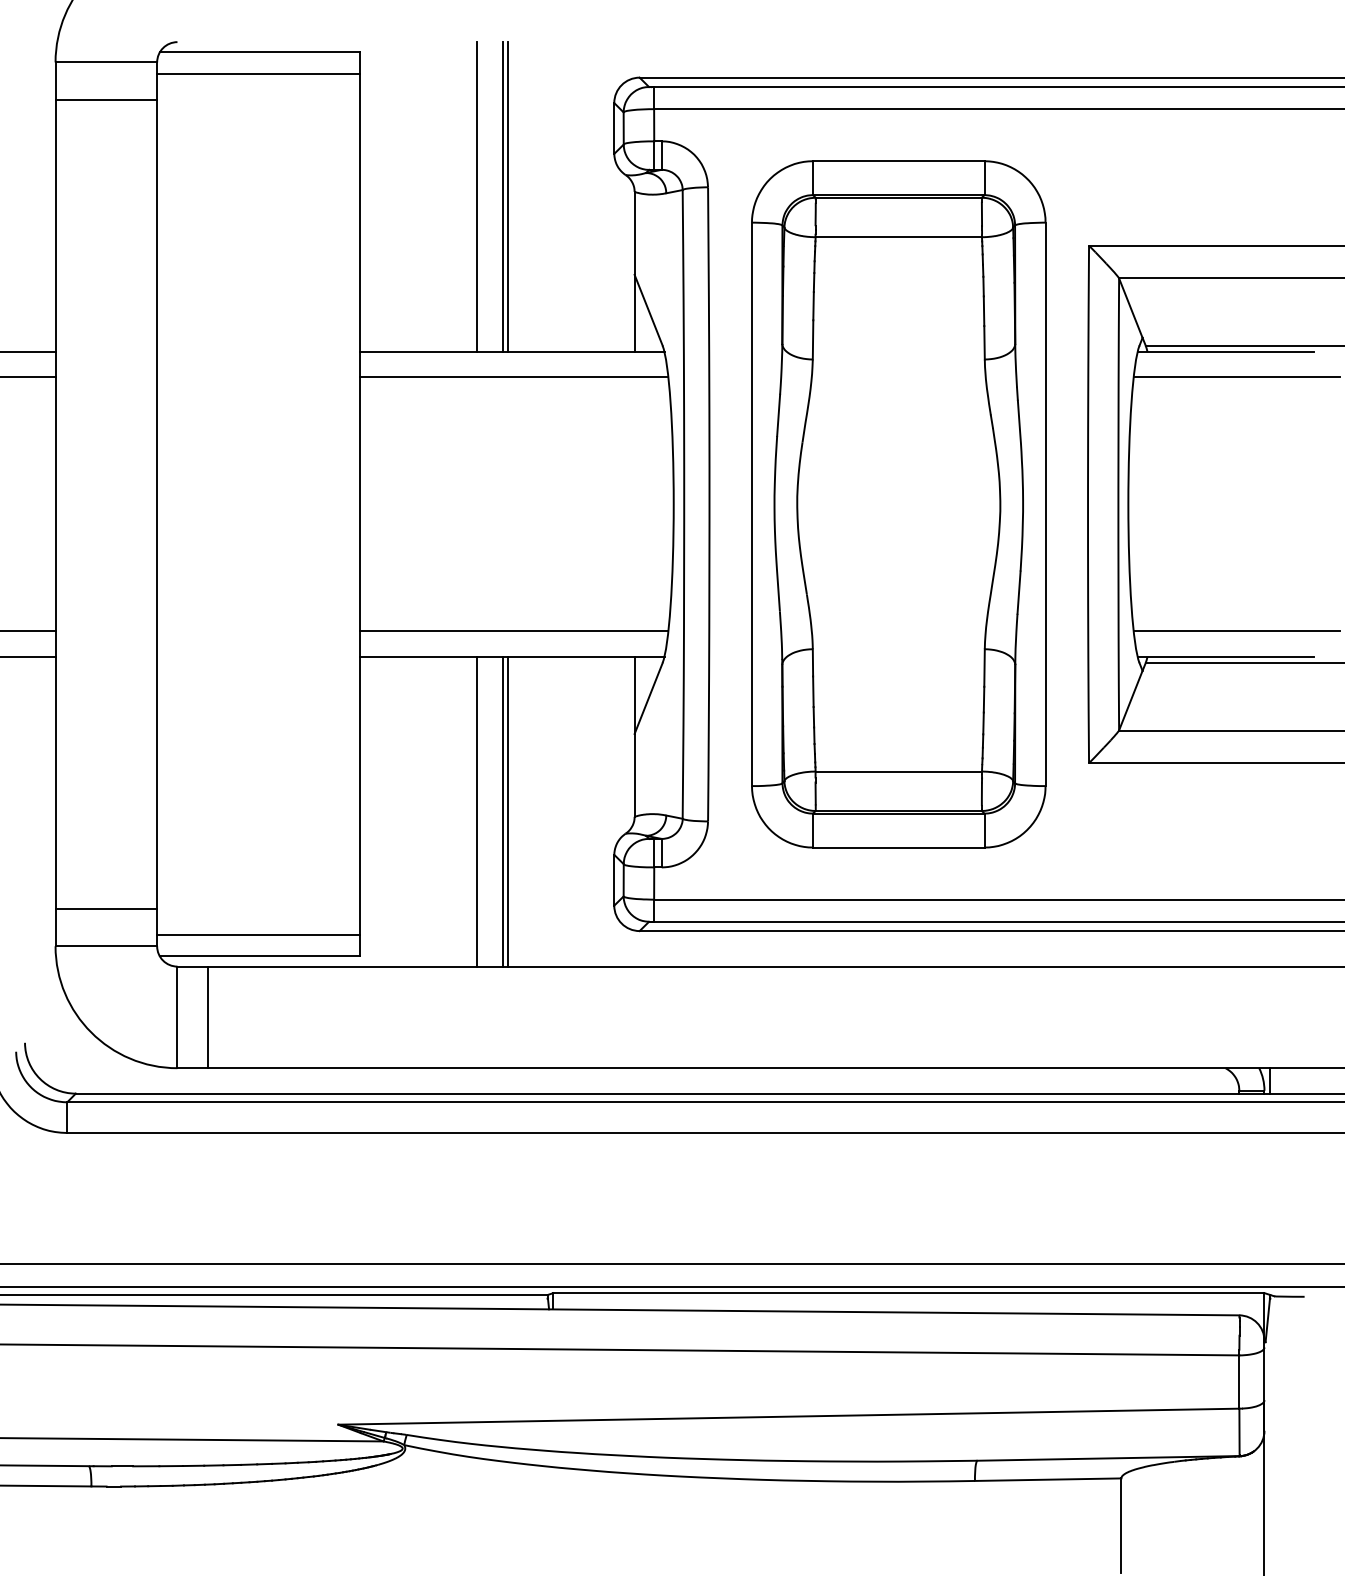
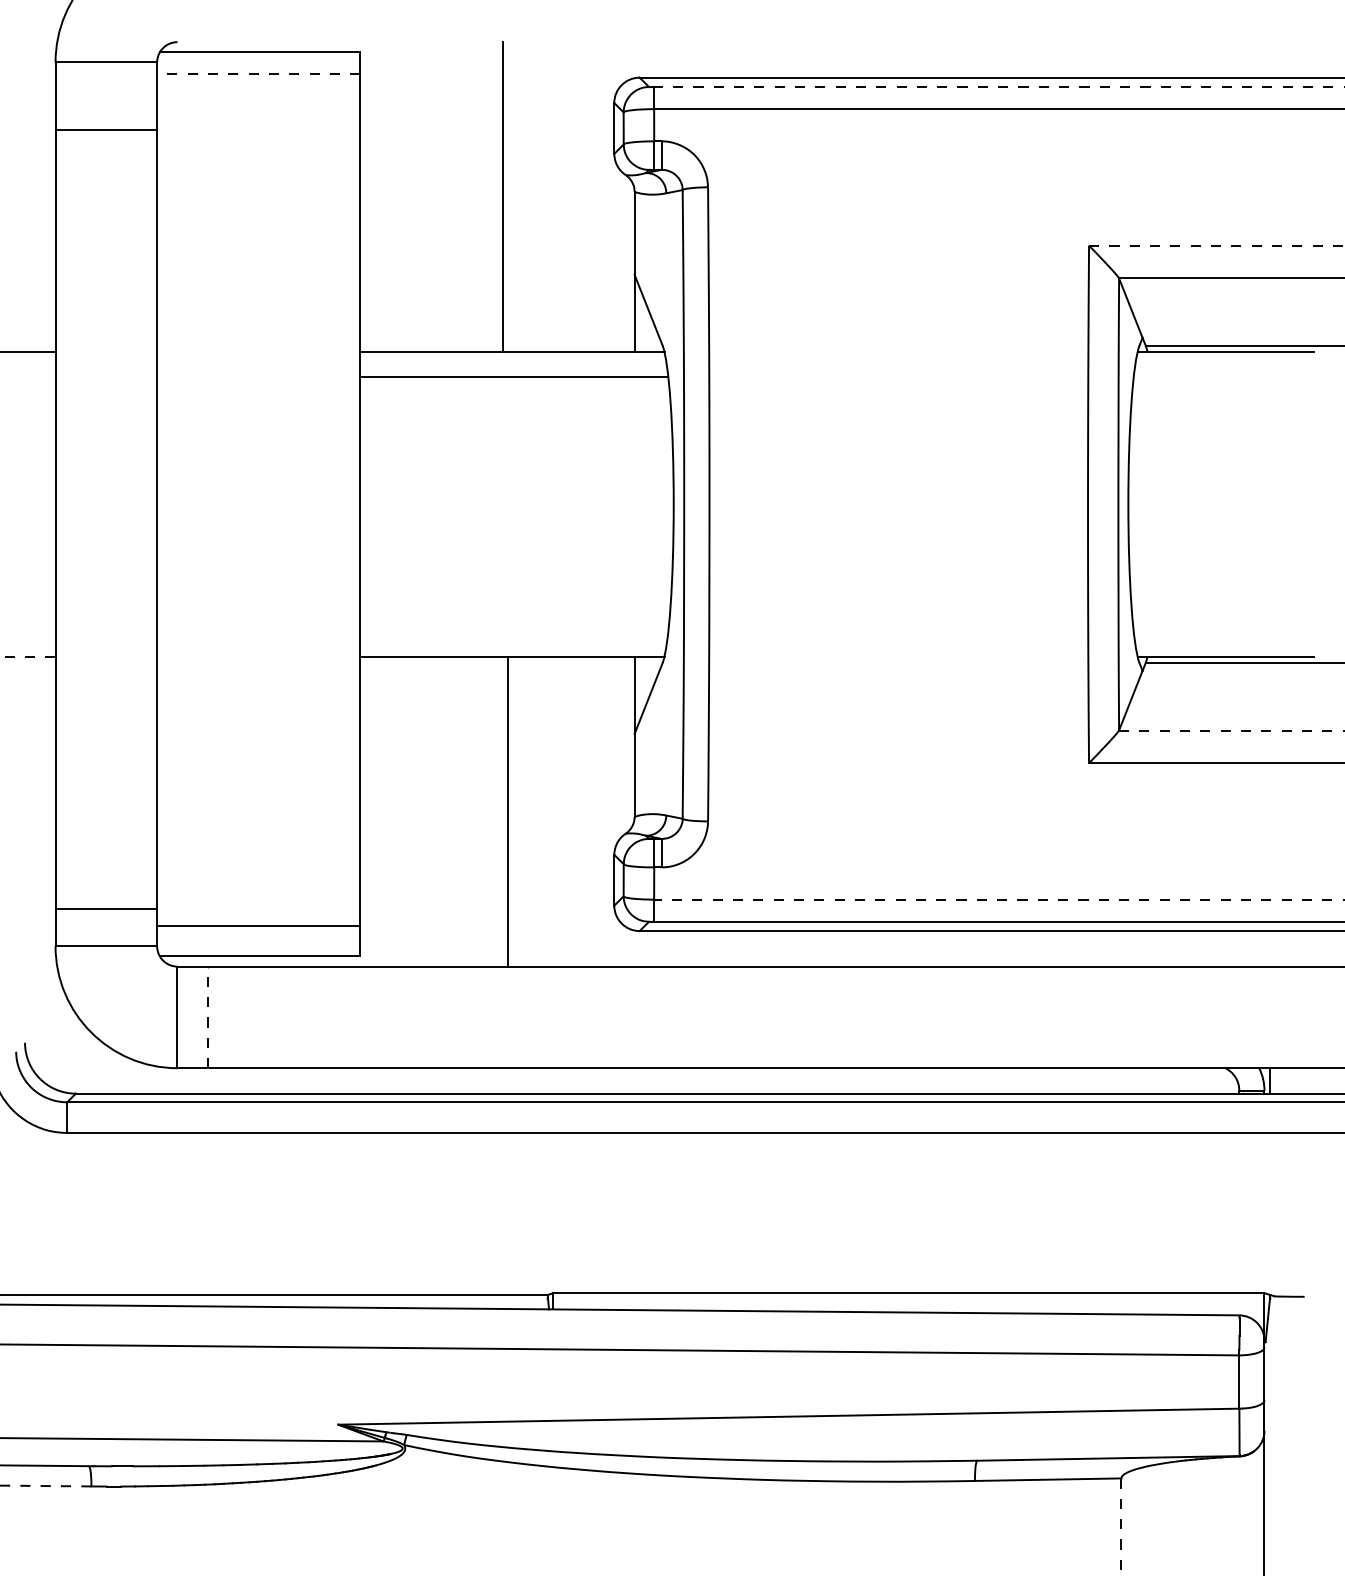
line at (258, 74): solid -> dashed
line at (998, 87): solid -> dashed
line at (106, 100) position: (106, 100) -> (106, 130)
line at (477, 196): present -> none
line at (507, 196): present -> none
line at (1216, 245): solid -> dashed
line at (28, 377): present -> none
line at (1236, 377): present -> none
part at (898, 504): present -> none
line at (28, 631): present -> none
line at (514, 631): present -> none
line at (1236, 631): present -> none
line at (28, 656): solid -> dashed
line at (1231, 730): solid -> dashed
line at (477, 811): present -> none
line at (502, 811): present -> none
line at (999, 899): solid -> dashed
line at (258, 934) position: (258, 934) -> (258, 925)
line at (207, 1017): solid -> dashed
line at (671, 1264): present -> none
line at (671, 1286): present -> none
line at (45, 1486): solid -> dashed
line at (1121, 1526): solid -> dashed
